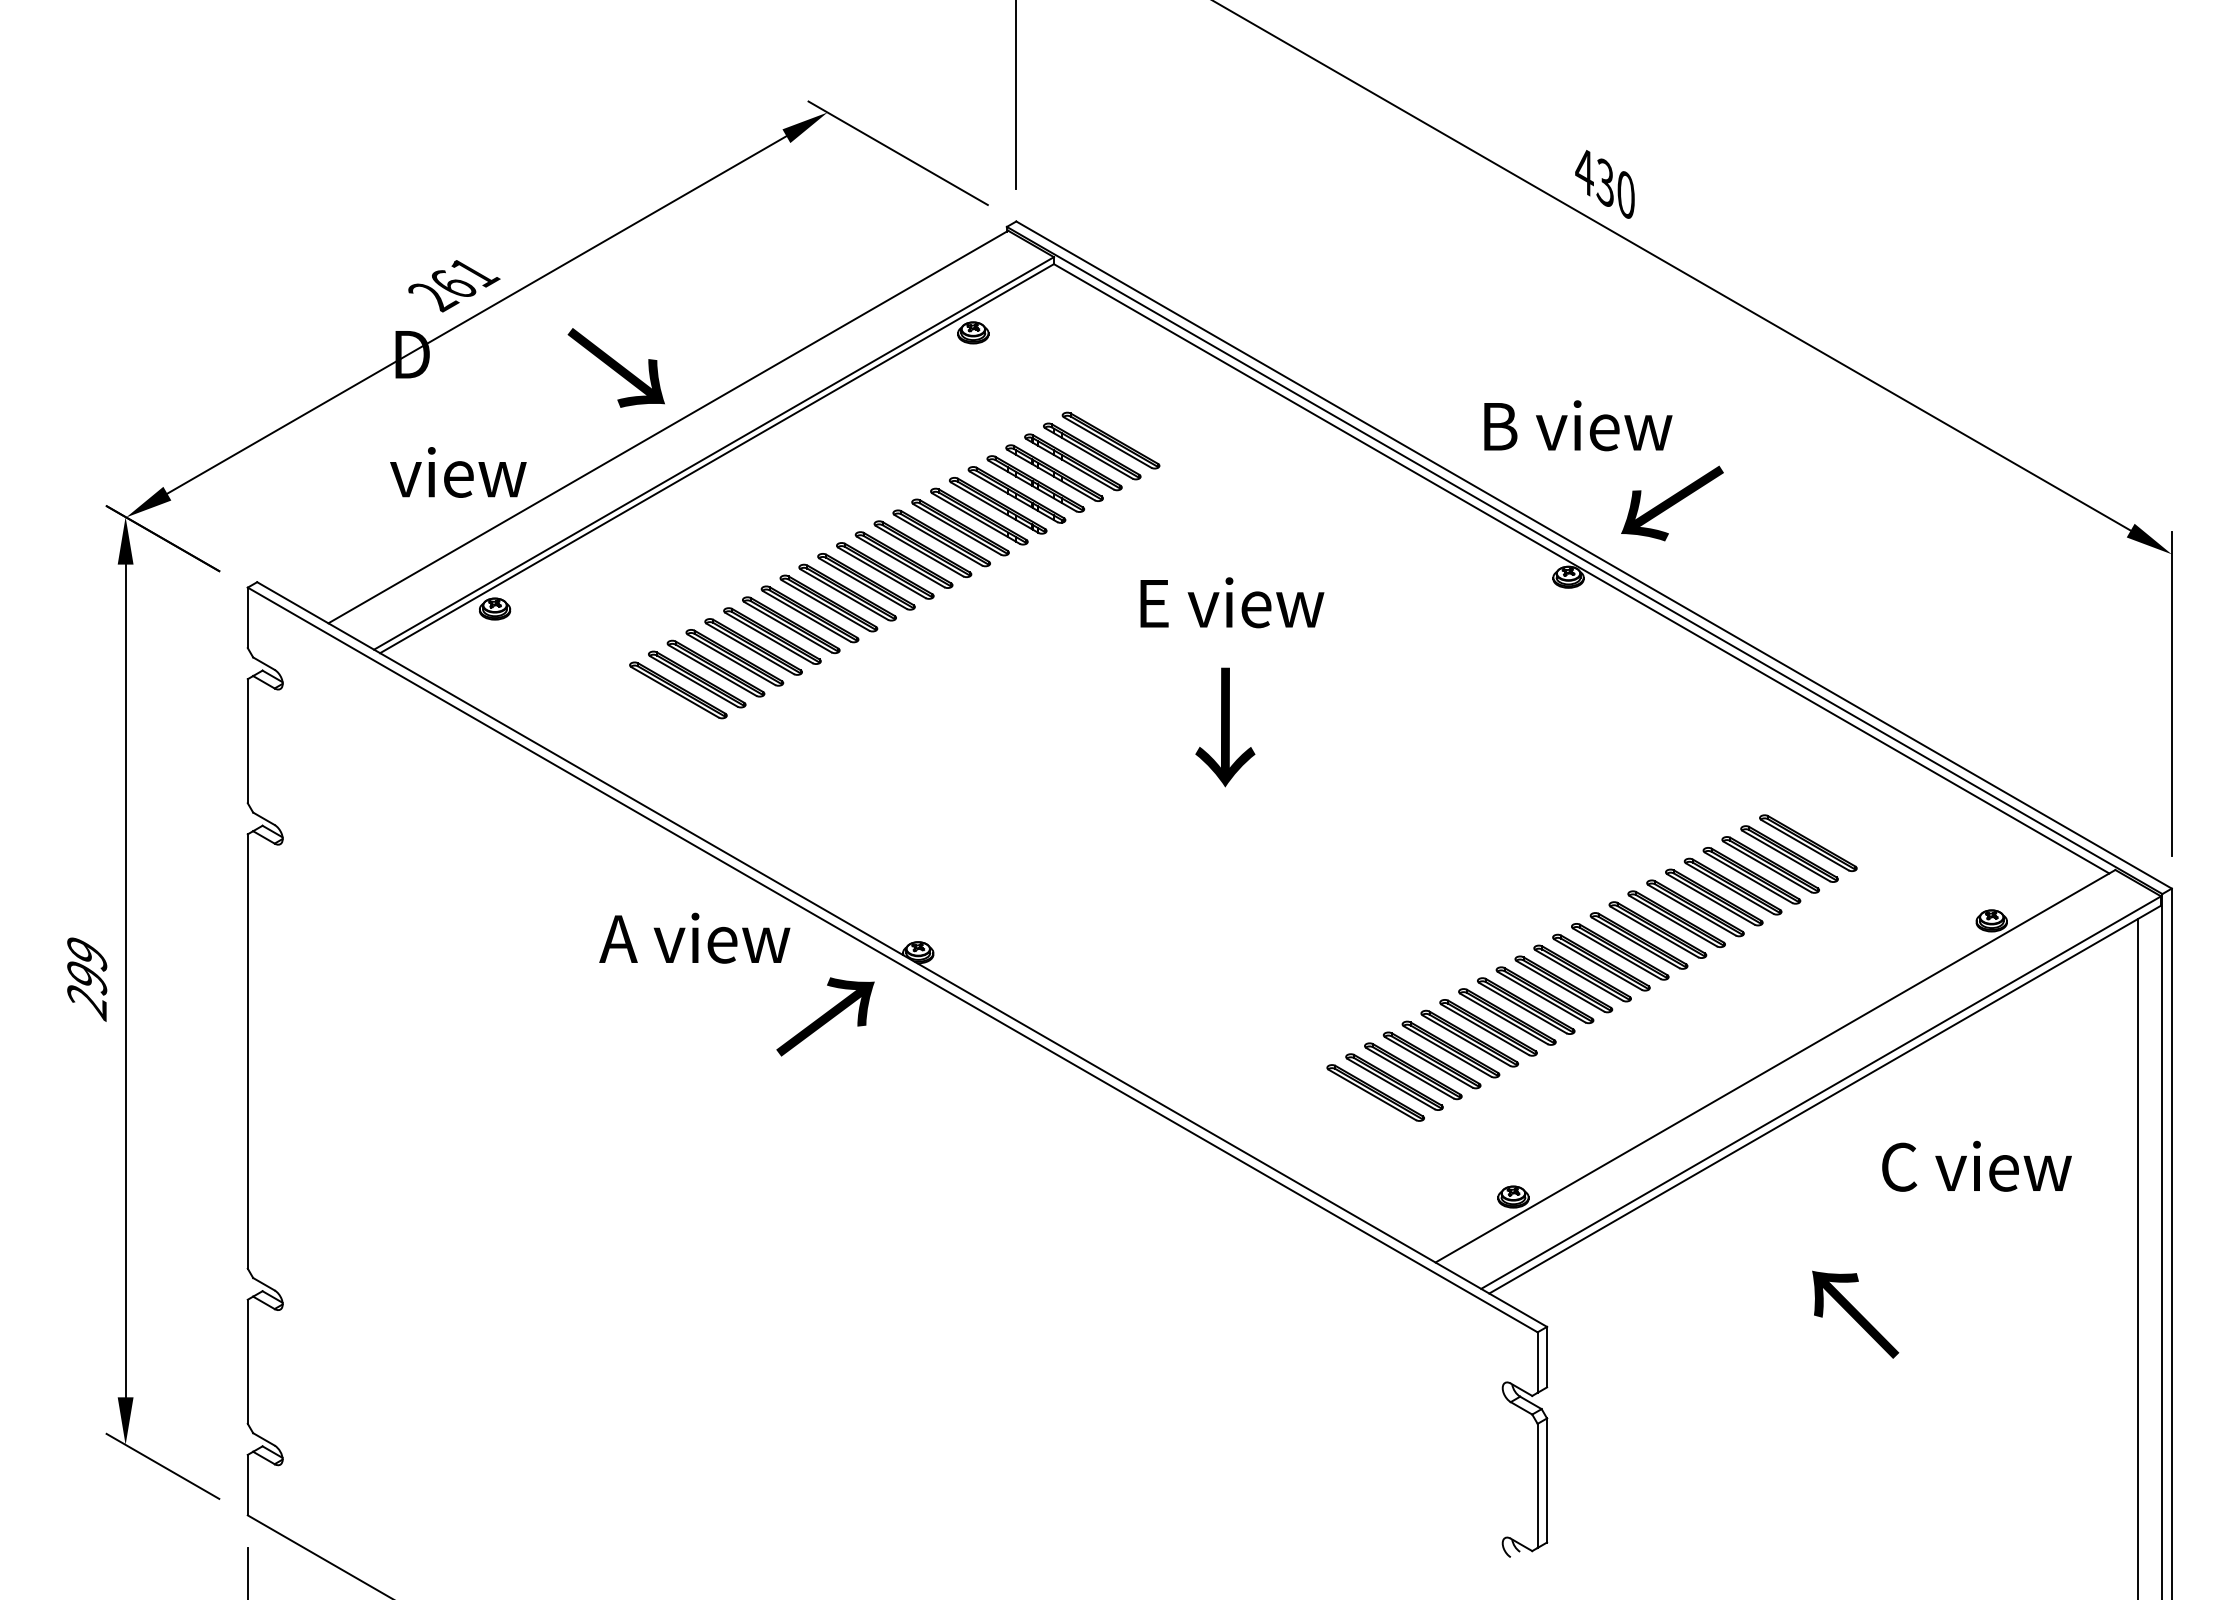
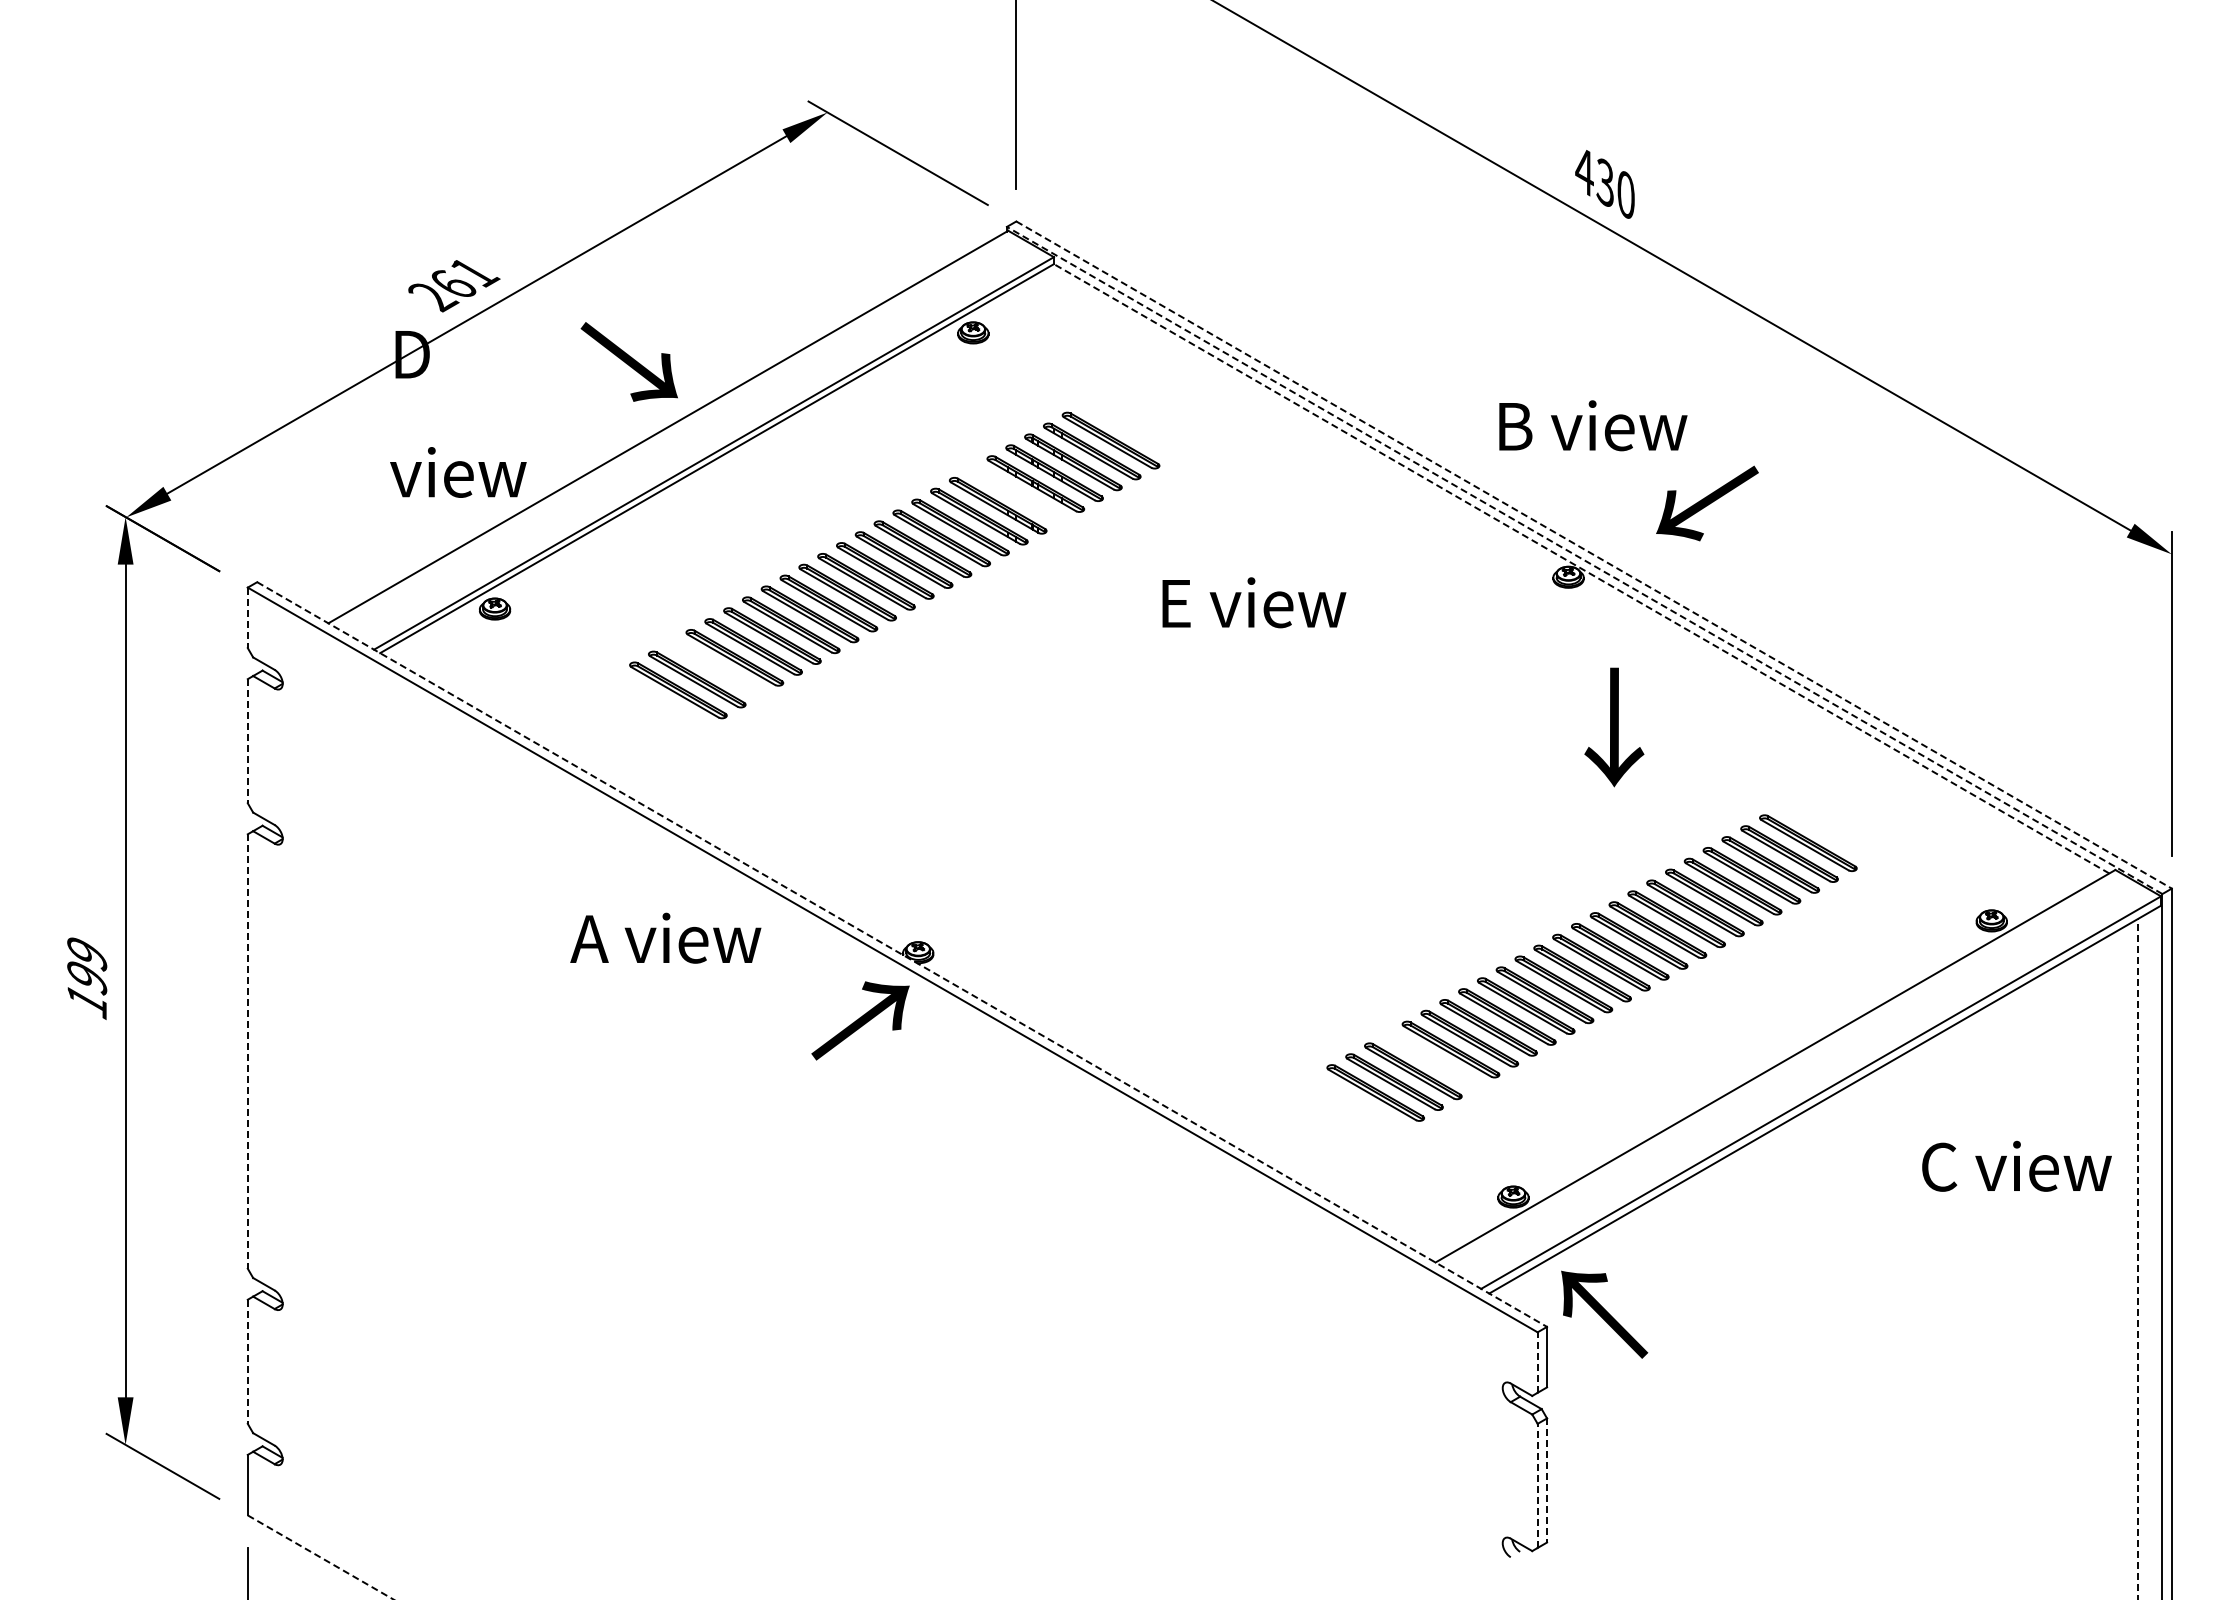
text at (615, 367) position: (615, 367) -> (628, 361)
text at (1578, 425) position: (1578, 425) -> (1593, 425)
part at (1016, 494): present -> none
text at (1672, 503) position: (1672, 503) -> (1707, 503)
line at (1594, 555): solid -> dashed
line at (1584, 560): solid -> dashed
line at (1581, 568): solid -> dashed
text at (1232, 602) position: (1232, 602) -> (1254, 602)
line at (247, 618): solid -> dashed
part at (715, 668): present -> none
text at (1225, 727) position: (1225, 727) -> (1614, 727)
line at (247, 741): solid -> dashed
text at (694, 937) position: (694, 937) -> (665, 937)
line at (902, 954): solid -> dashed
text at (86, 1003): 299 -> 199
text at (825, 1016) position: (825, 1016) -> (860, 1020)
line at (247, 1052): solid -> dashed
part at (1431, 1060): present -> none
text at (1976, 1165) position: (1976, 1165) -> (2016, 1165)
line at (2138, 1258): solid -> dashed
text at (1855, 1314) position: (1855, 1314) -> (1604, 1314)
line at (247, 1362): solid -> dashed
line at (1537, 1362): solid -> dashed
line at (1547, 1480): solid -> dashed
line at (1537, 1485): solid -> dashed
line at (321, 1557): solid -> dashed
